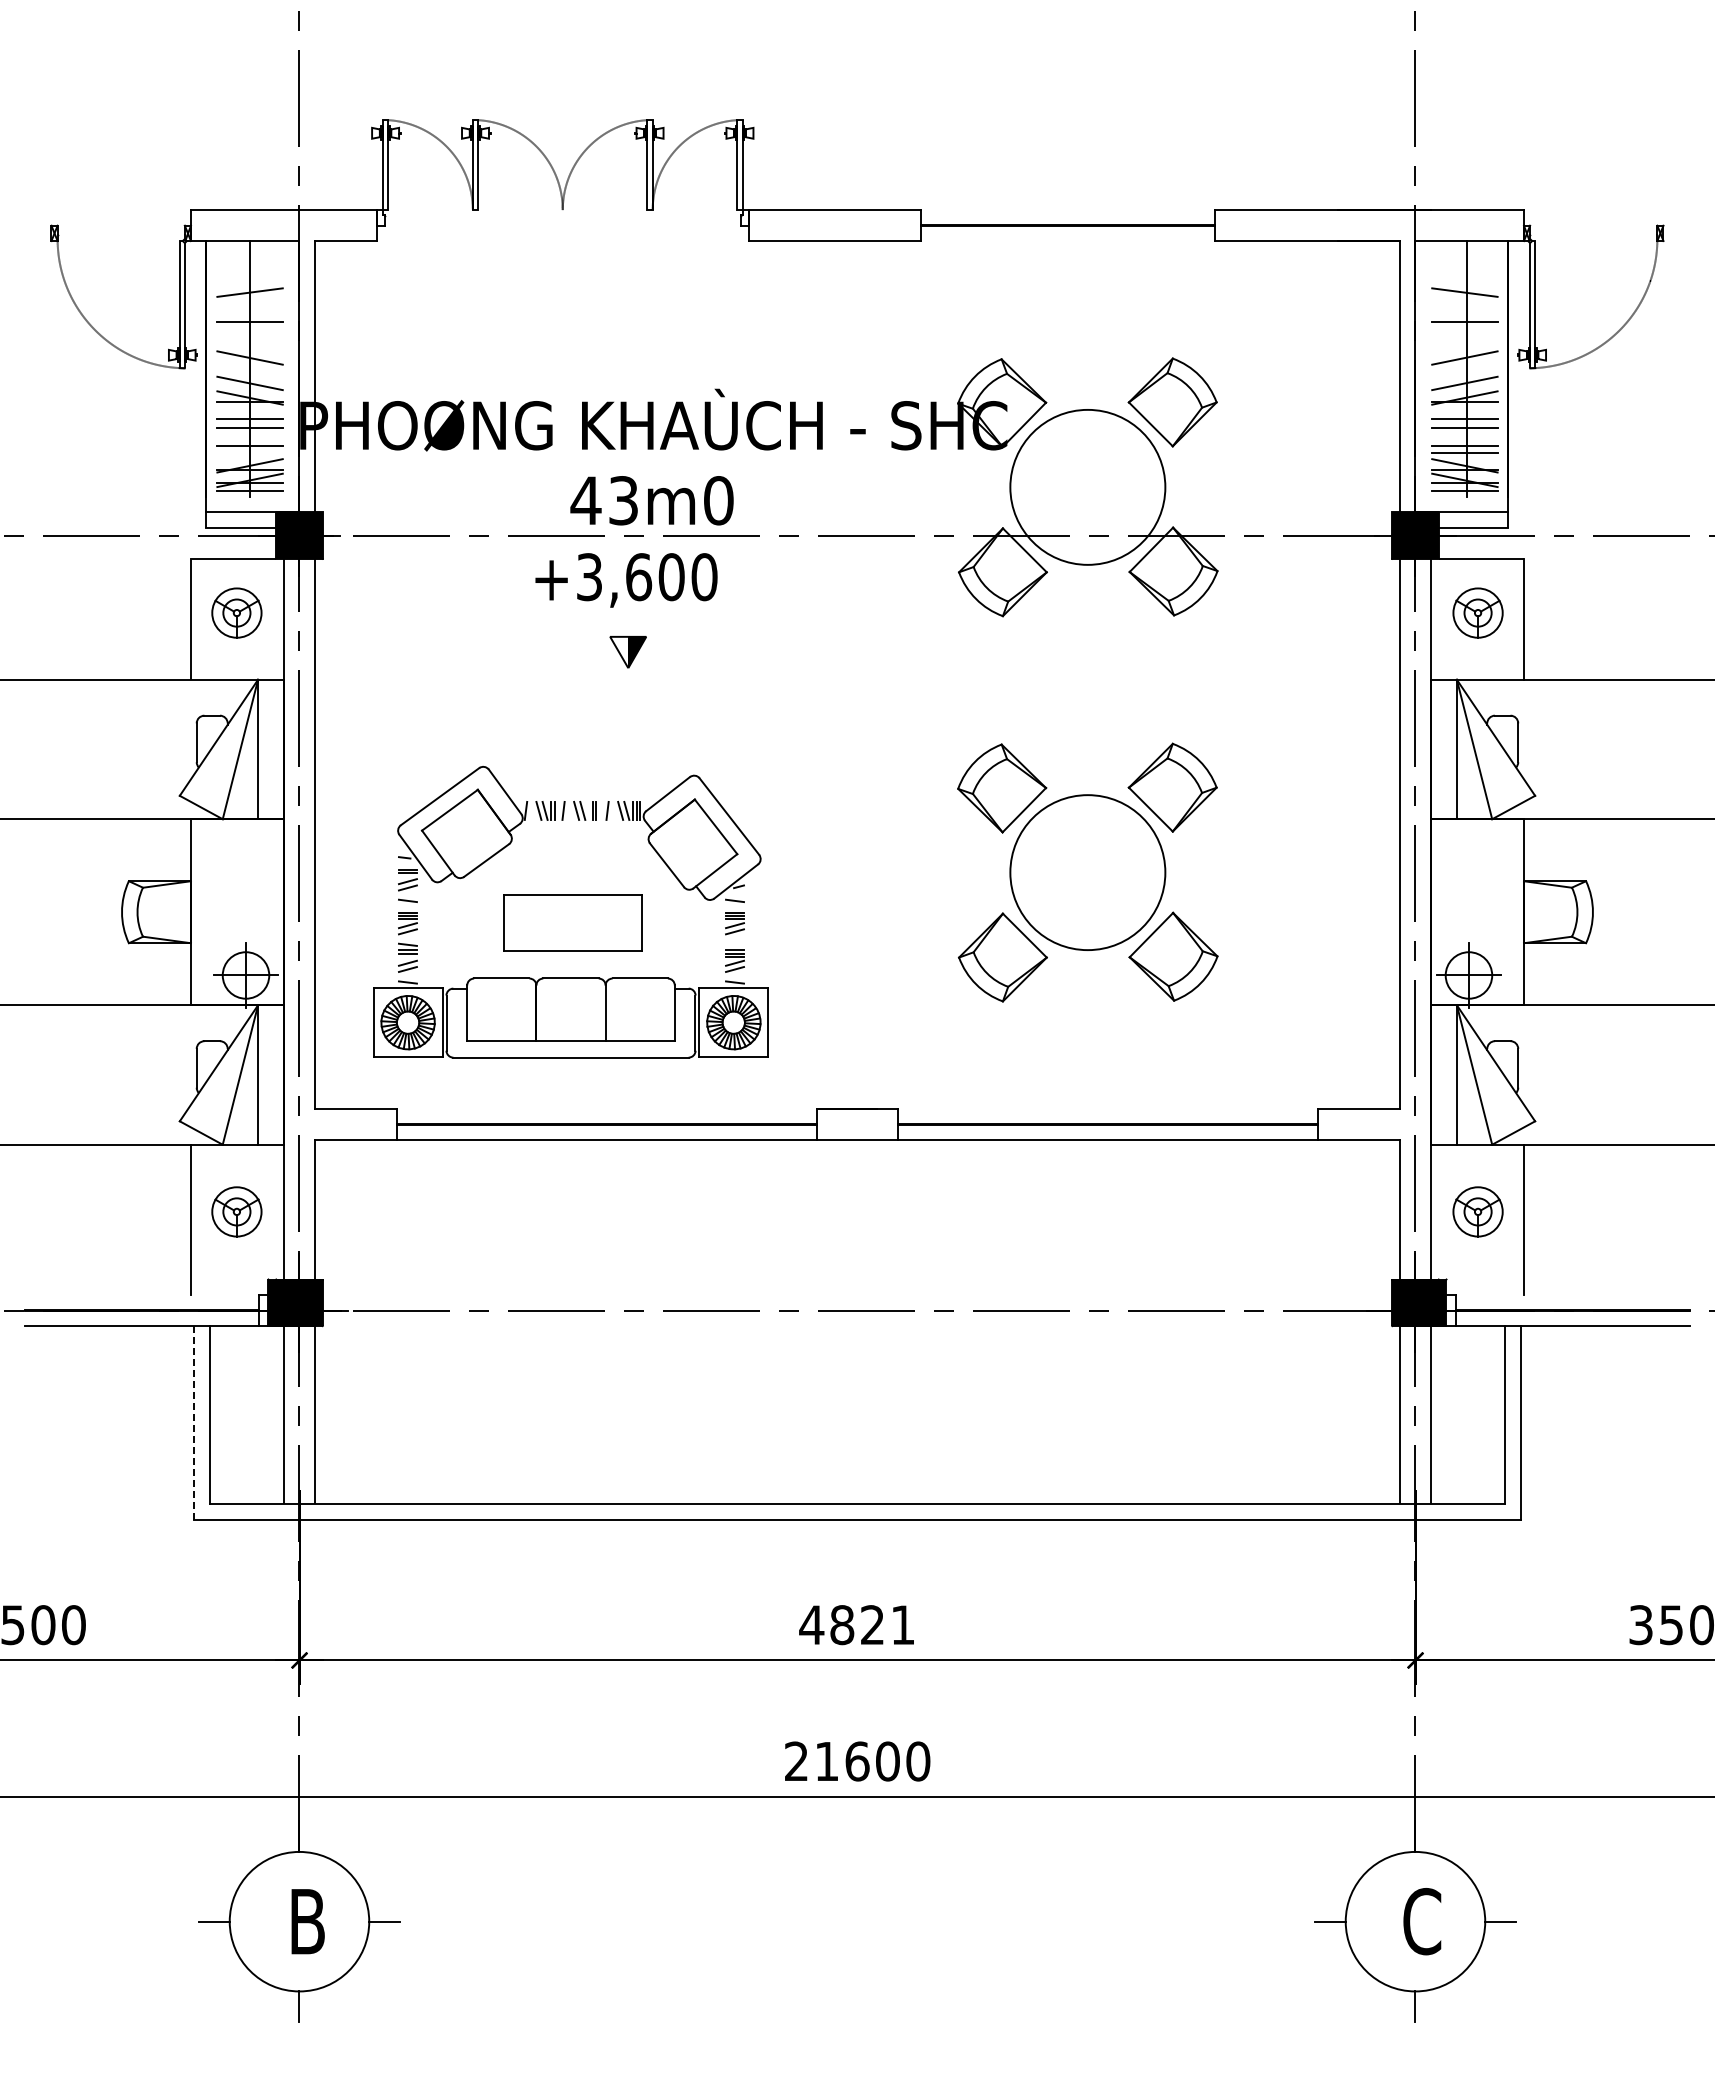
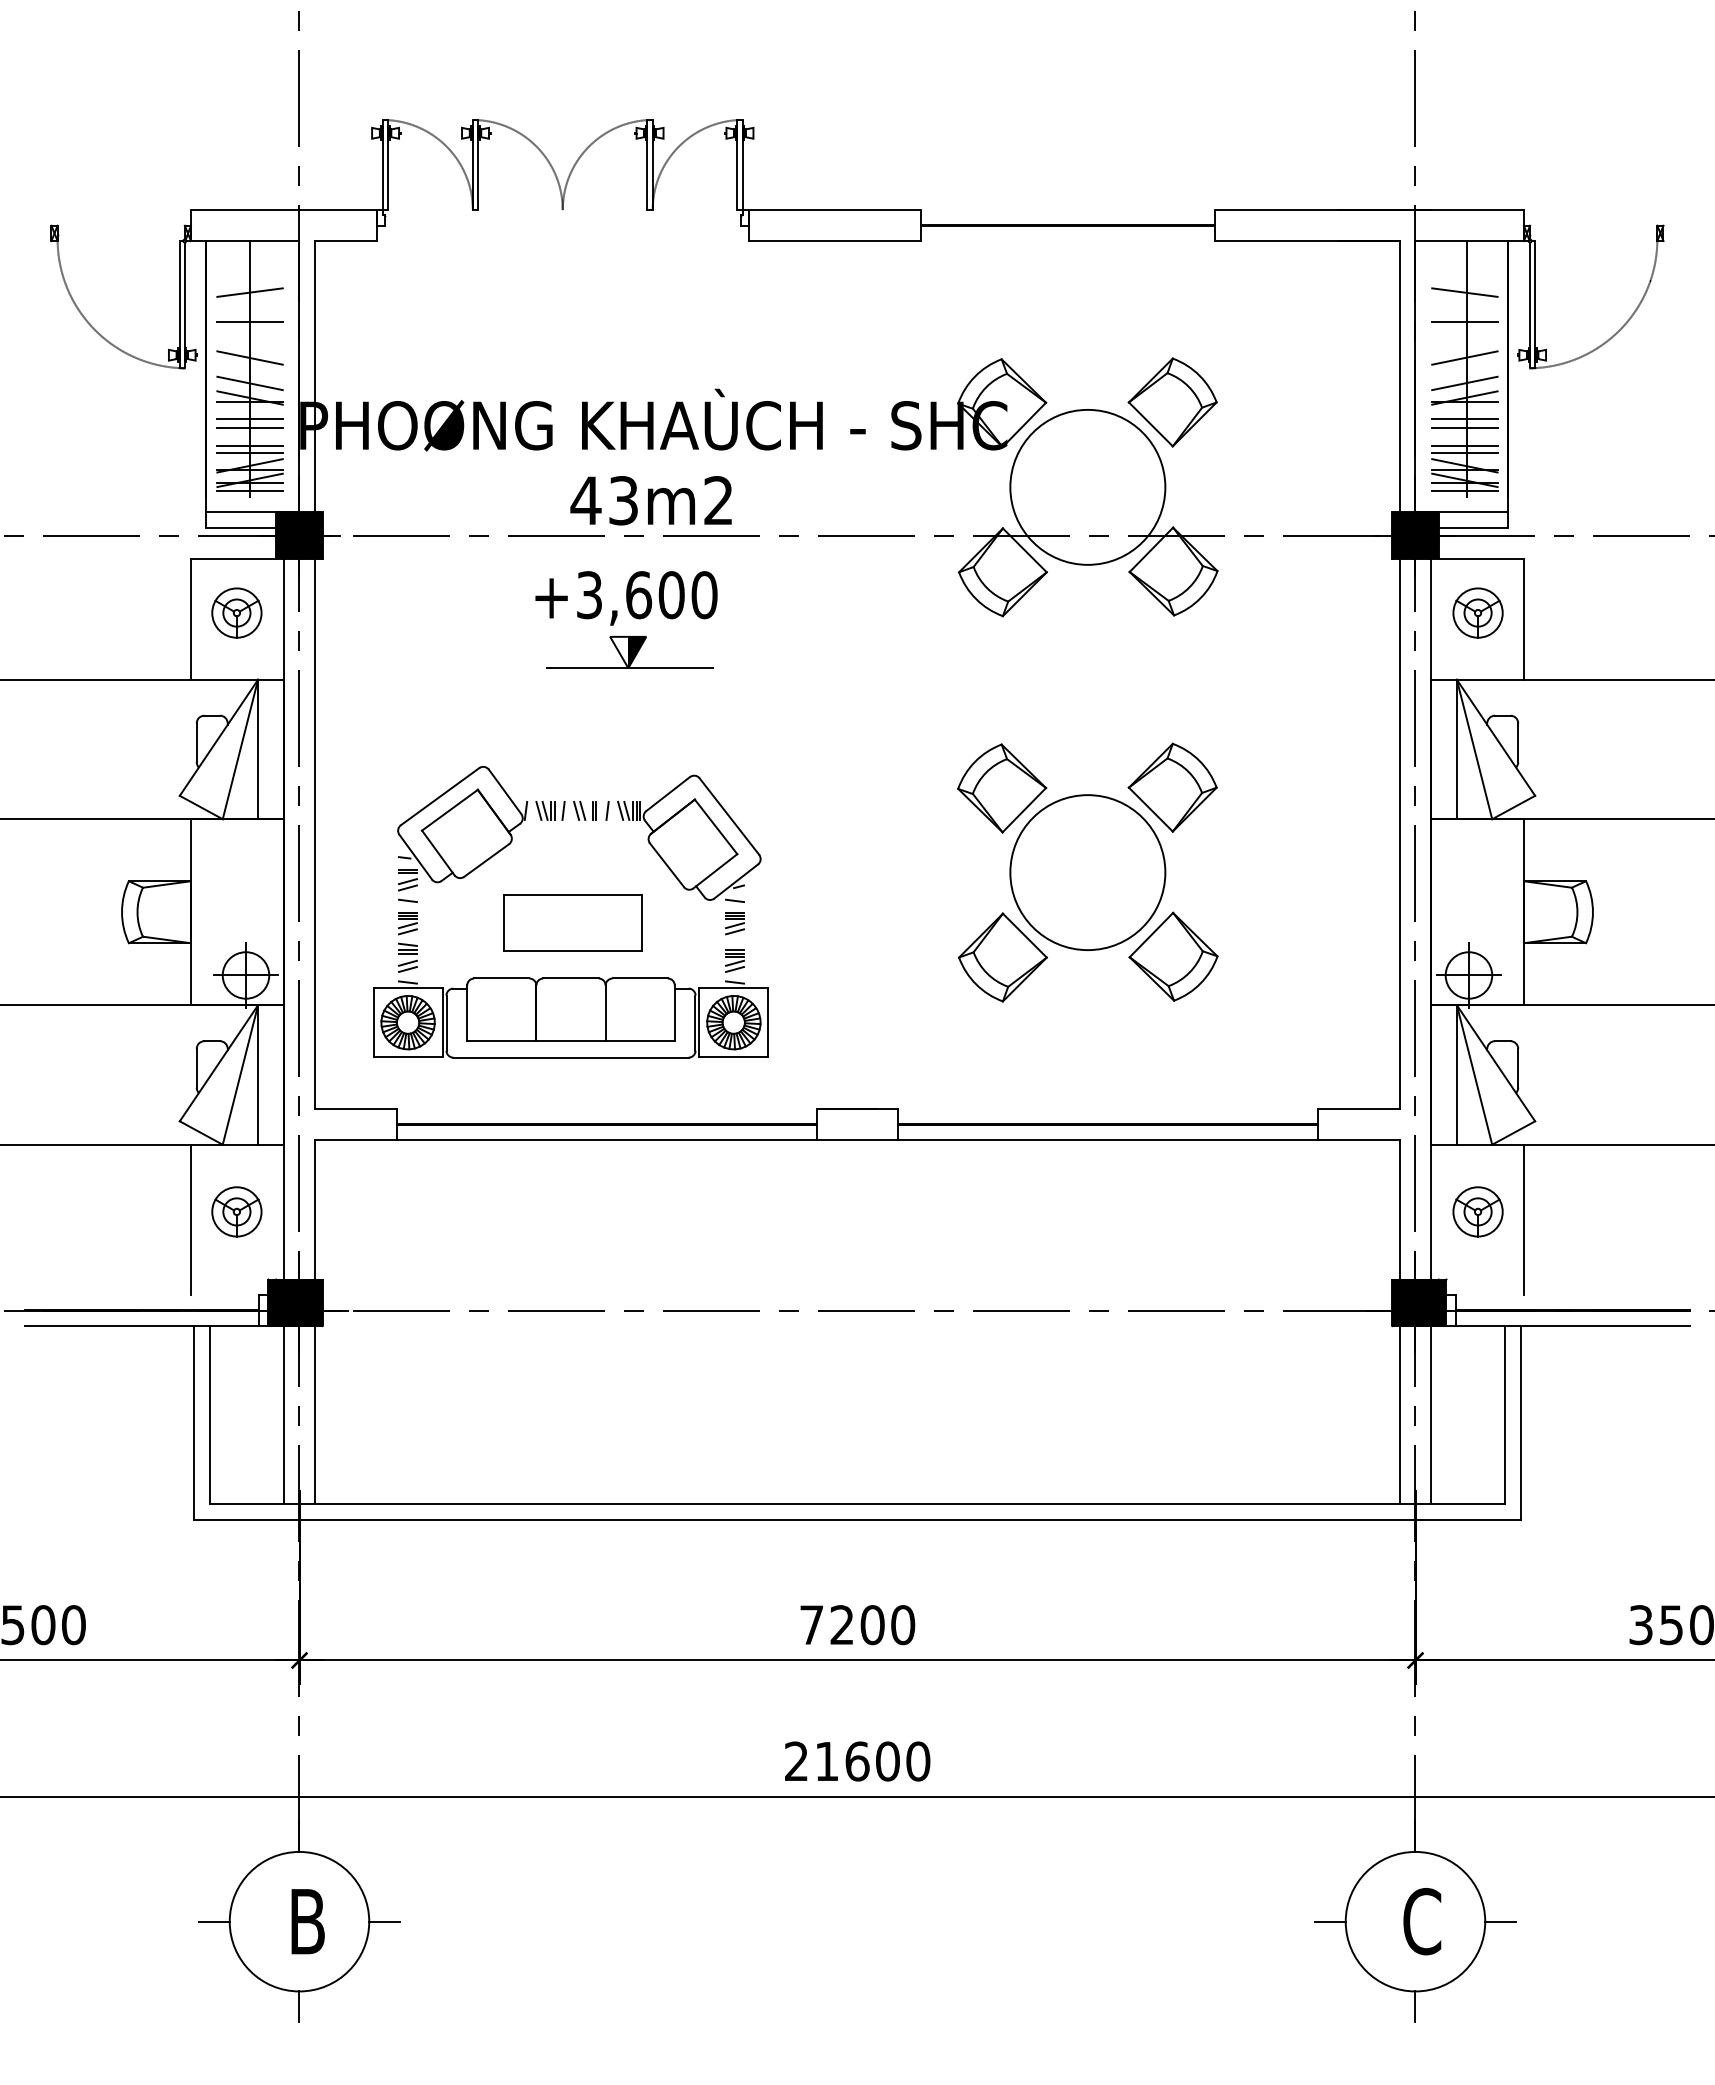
line at (249, 452): none -> present
text at (718, 500): 43m0 -> 43m2
text at (626, 580) position: (626, 580) -> (626, 598)
line at (629, 668): none -> present
line at (194, 1422): dashed -> solid
text at (857, 1625): 4821 -> 7200
